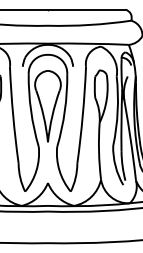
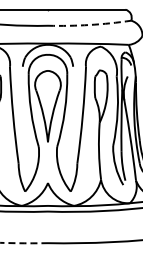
arc at (89, 24): solid -> dashed
arc at (24, 243): solid -> dashed
